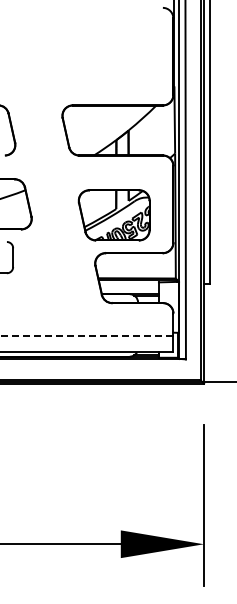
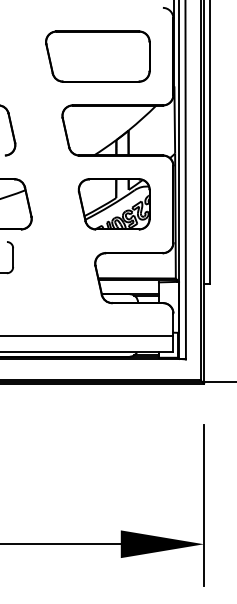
part at (97, 56): none -> present
part at (113, 215) position: (113, 215) -> (113, 204)
line at (86, 335): dashed -> solid
